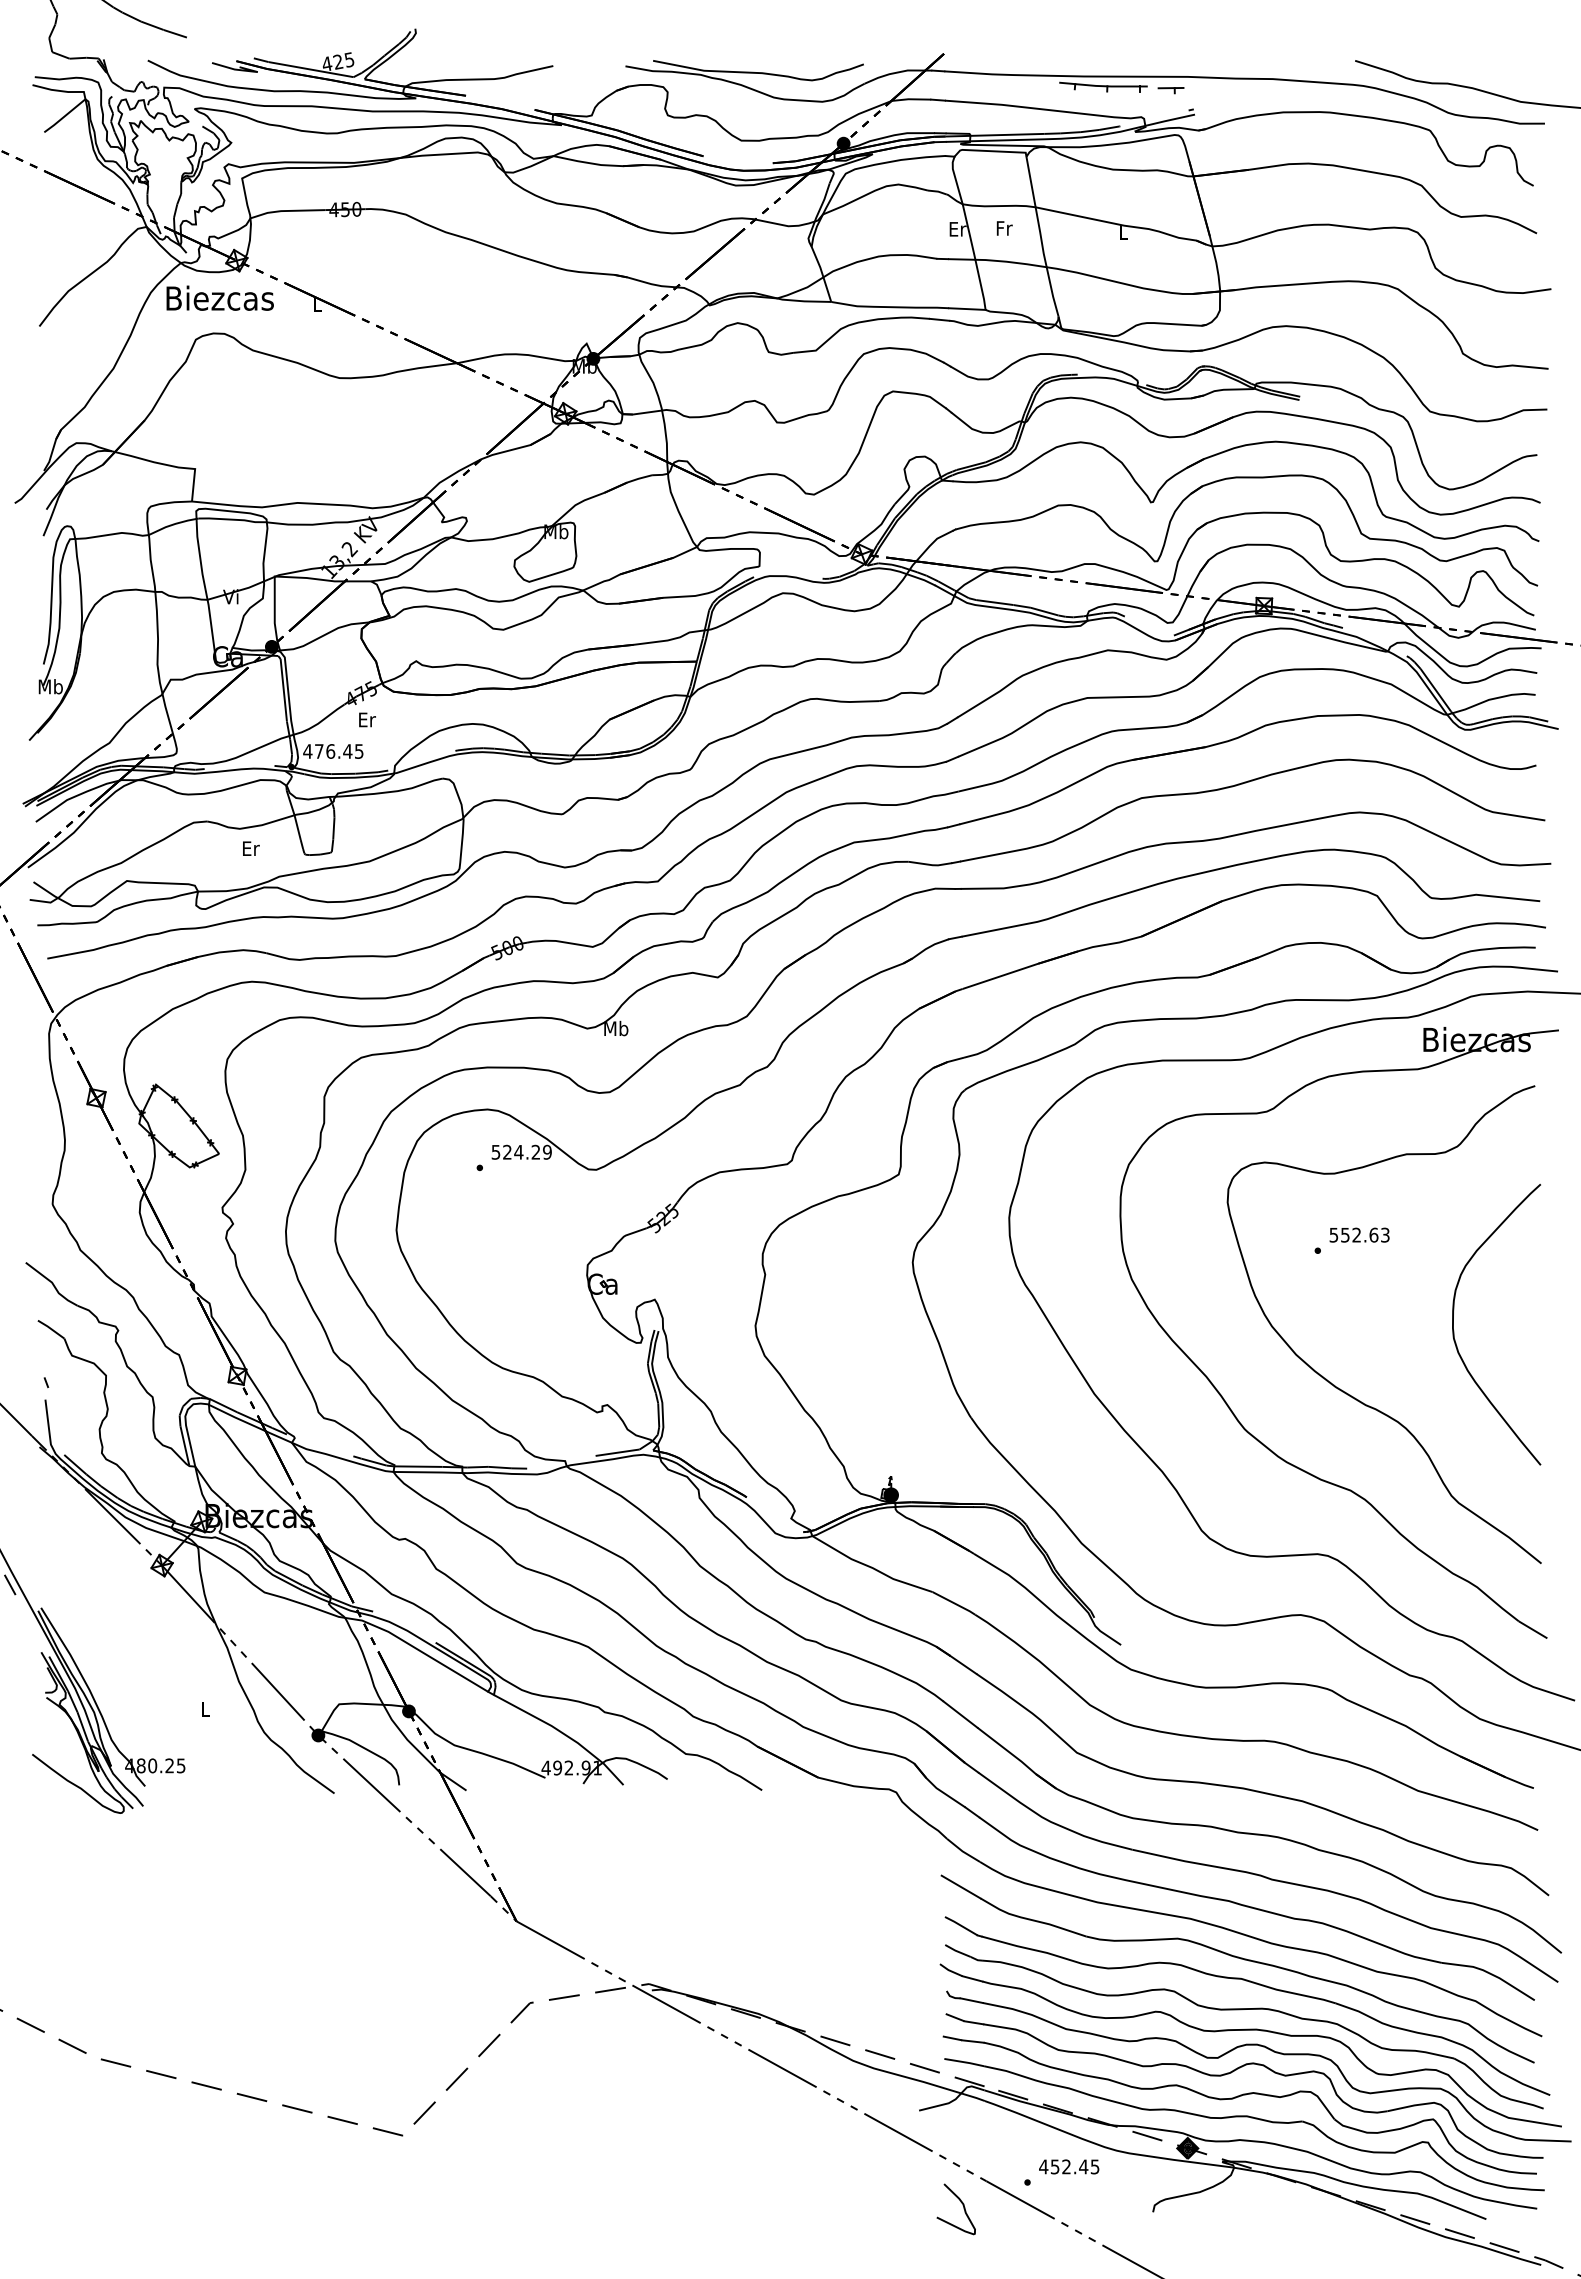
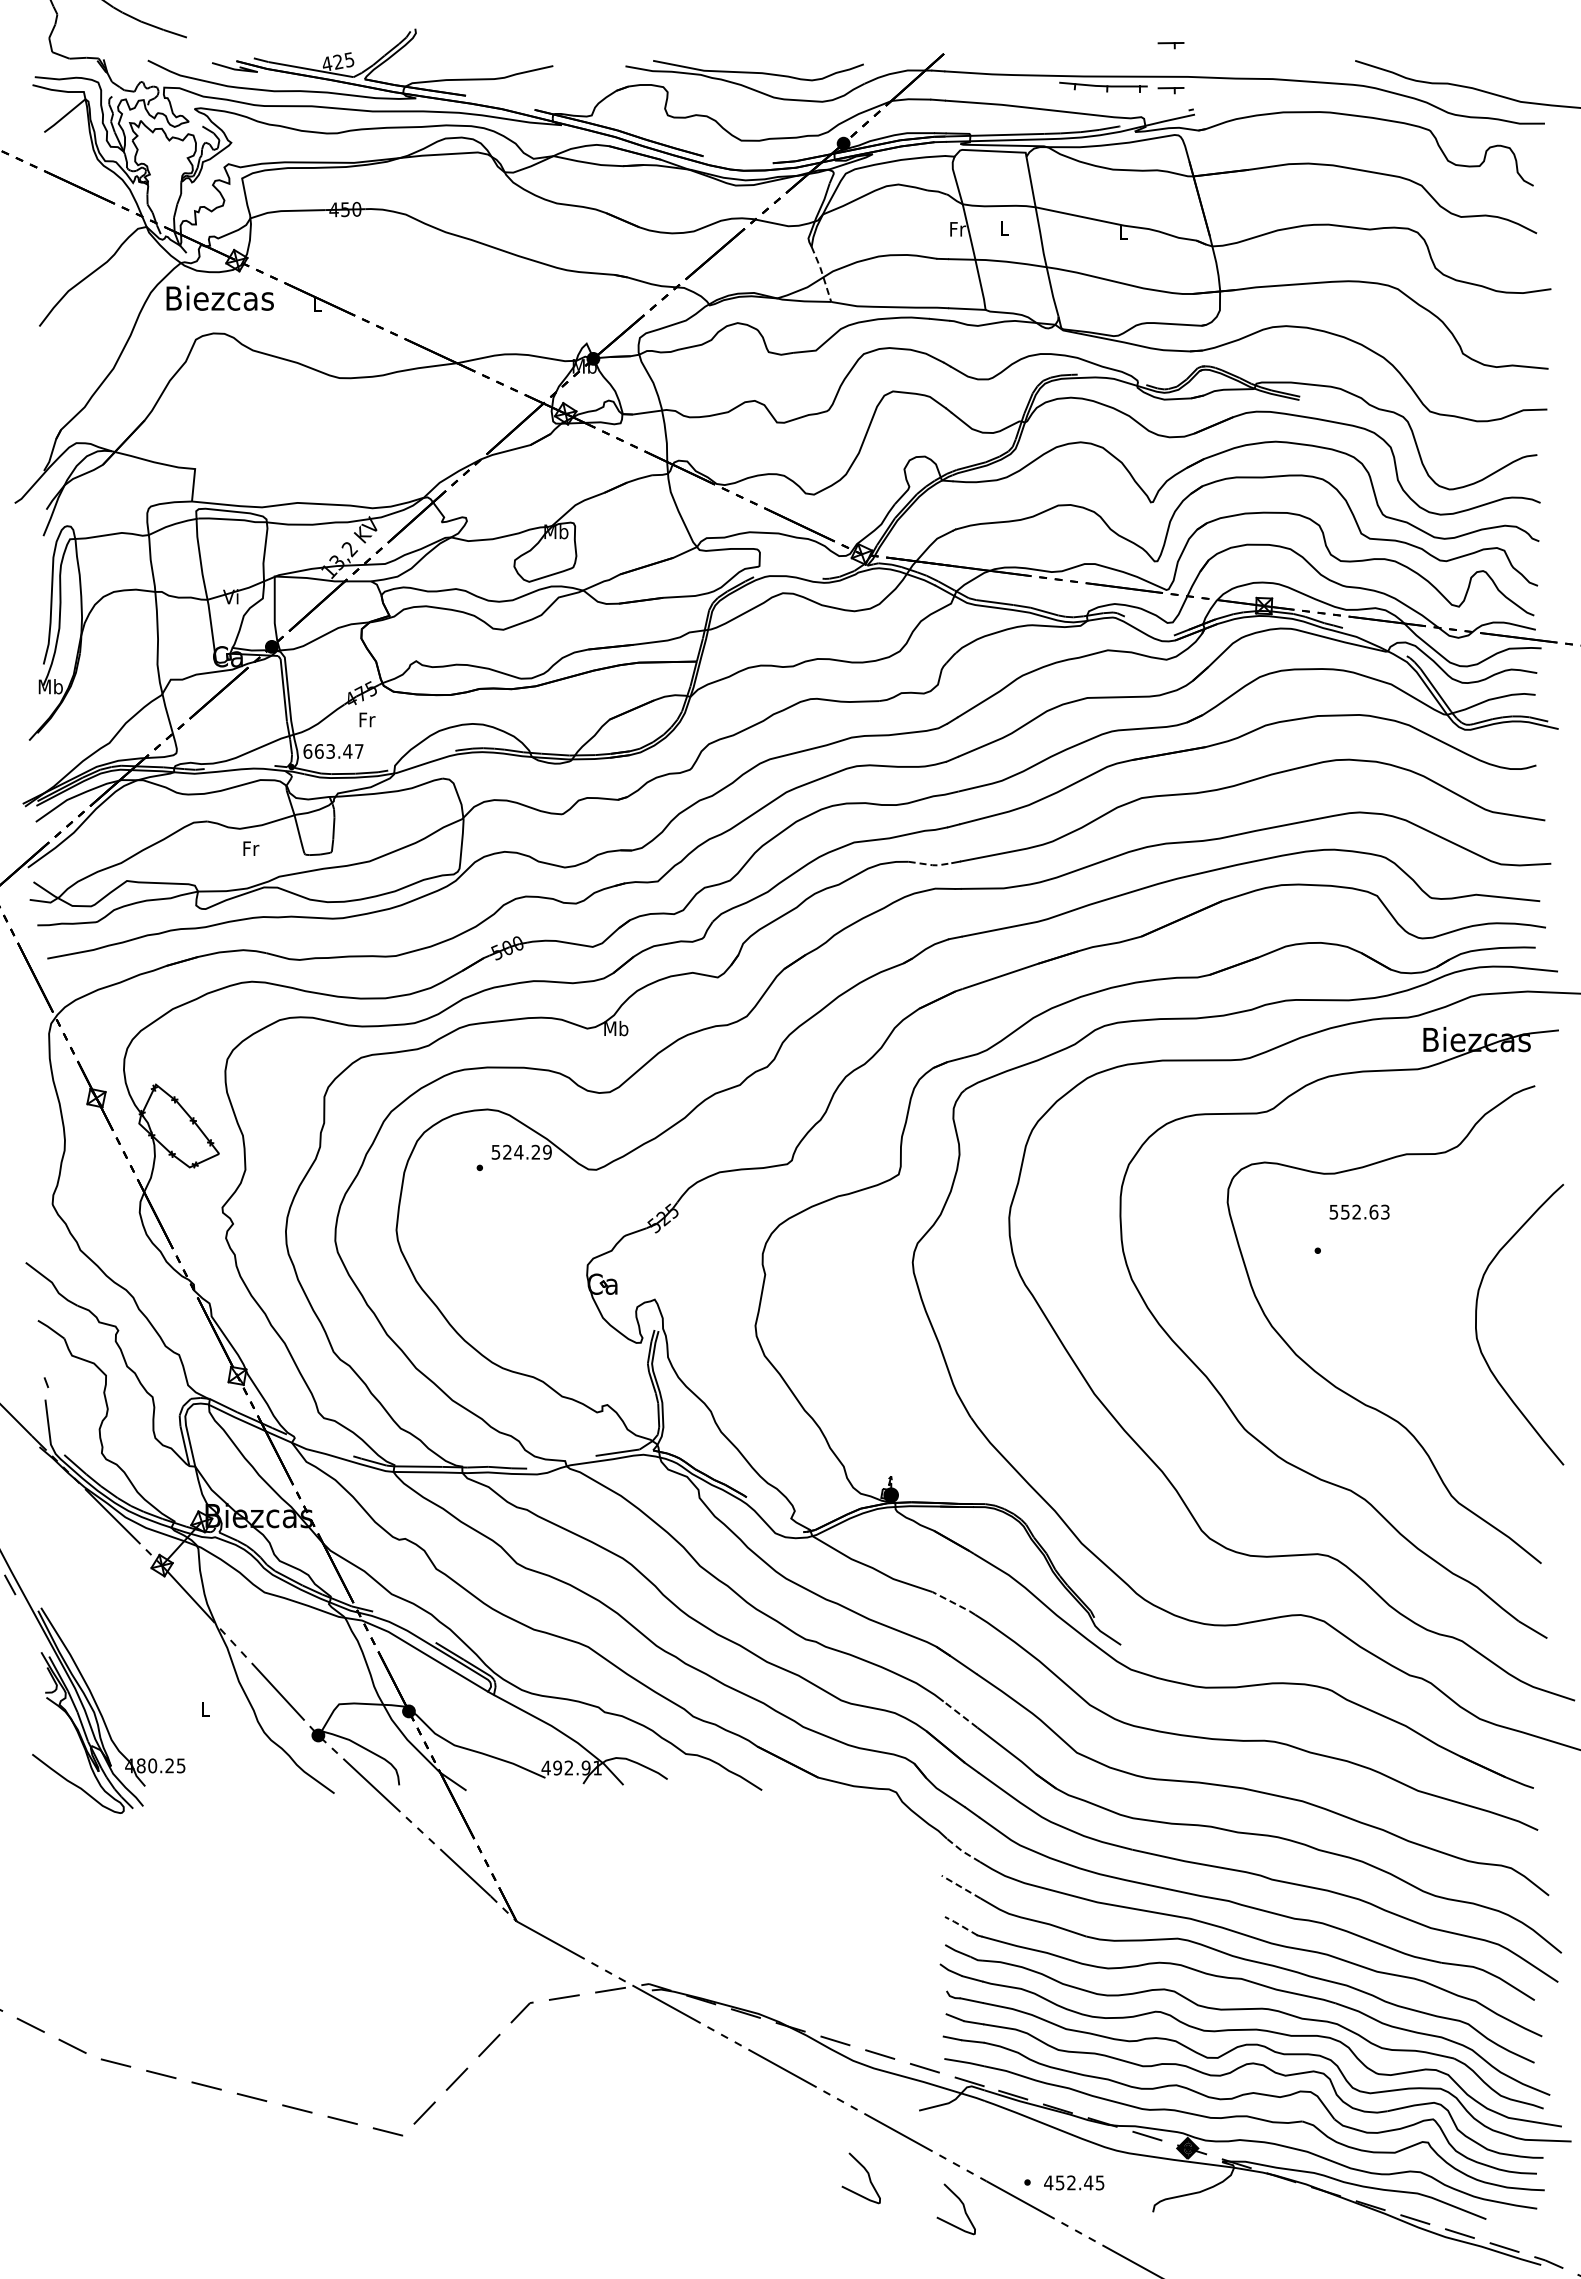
part at (1170, 45): none -> present
text at (1004, 228): Fr -> L
text at (957, 229): Er -> Fr
line at (822, 274): solid -> dashed
text at (367, 719): Er -> Fr
text at (333, 751): 476.45 -> 663.47
text at (251, 848): Er -> Fr
line at (931, 865): solid -> dashed
text at (1359, 1234) position: (1359, 1234) -> (1359, 1211)
curve at (1454, 1330) position: (1454, 1330) -> (1477, 1330)
line at (954, 1603): solid -> dashed
line at (960, 1714): solid -> dashed
line at (962, 1851): solid -> dashed
line at (961, 1887): solid -> dashed
line at (960, 1925): solid -> dashed
text at (1069, 2166) position: (1069, 2166) -> (1074, 2182)
curve at (868, 2178): none -> present
